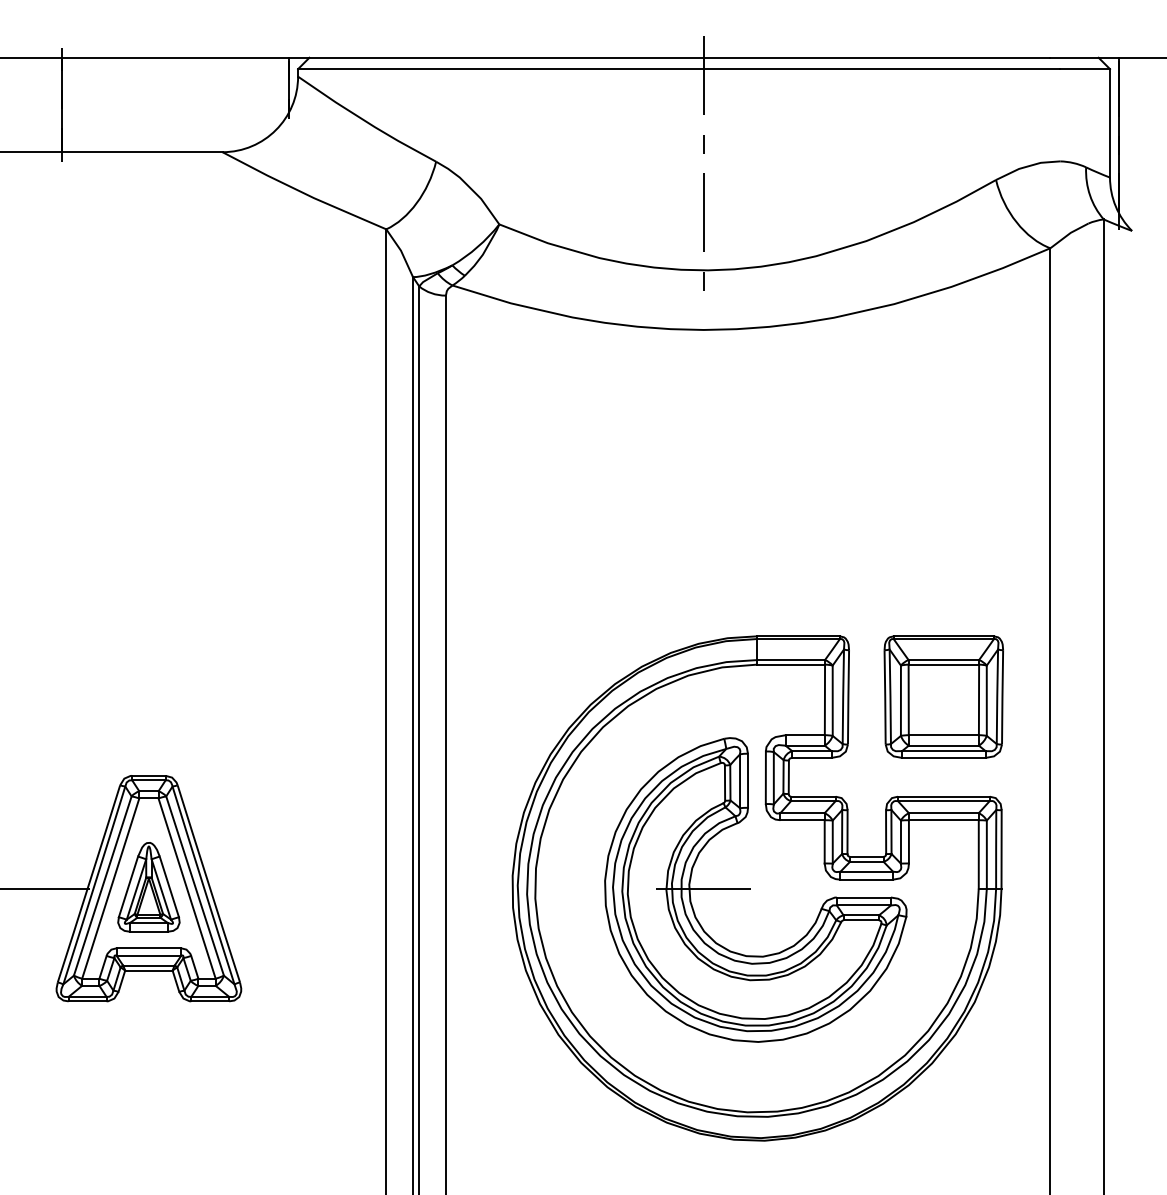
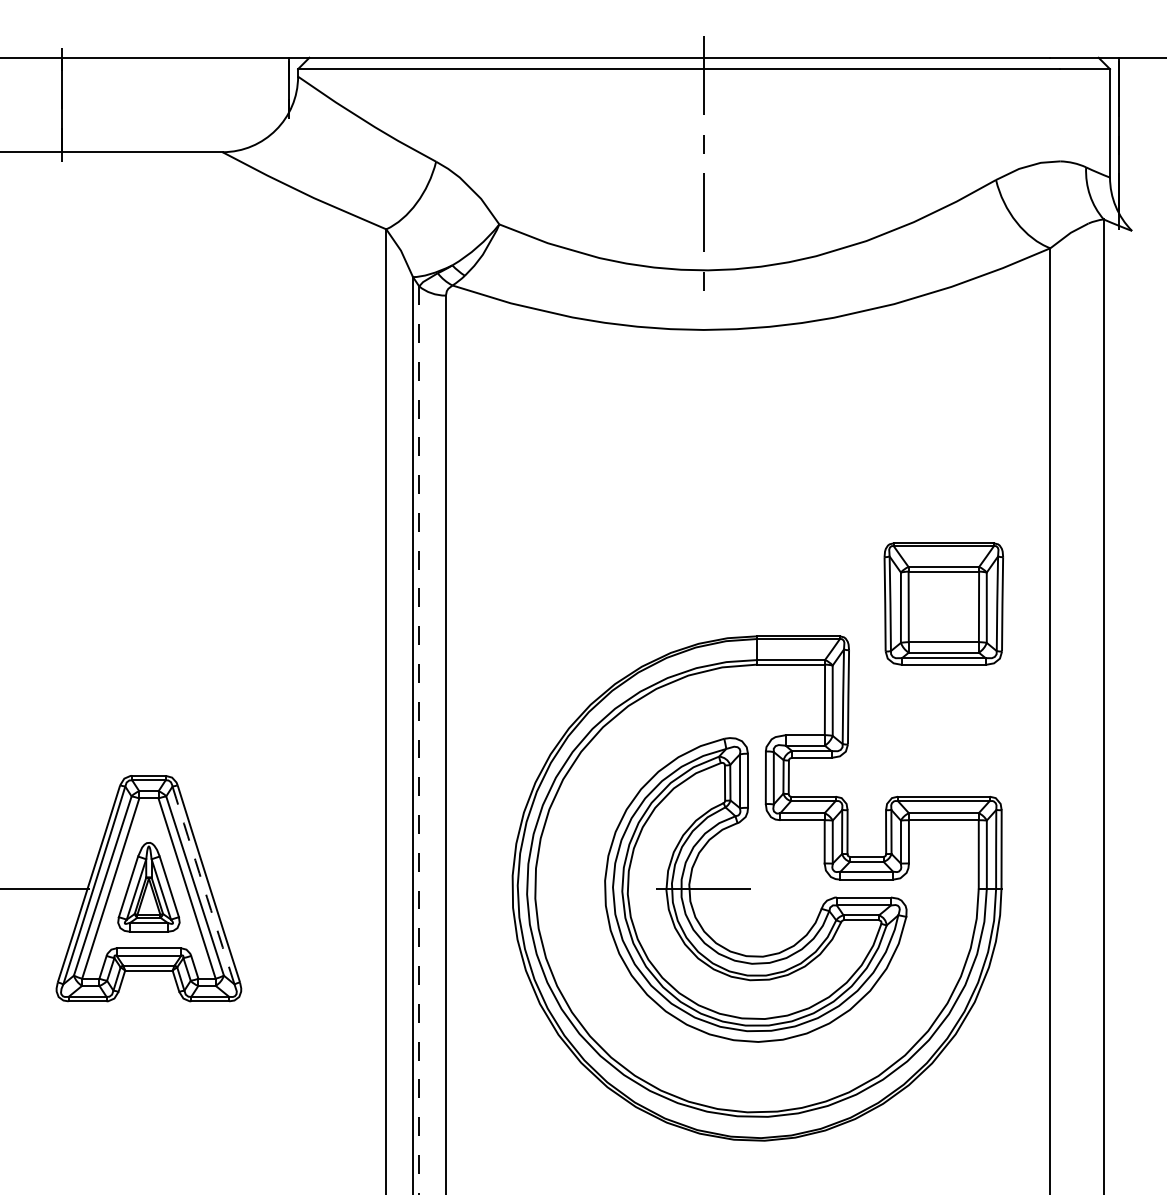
part at (943, 696) position: (943, 696) -> (943, 603)
line at (419, 740): solid -> dashed
arc at (203, 885): solid -> dashed
